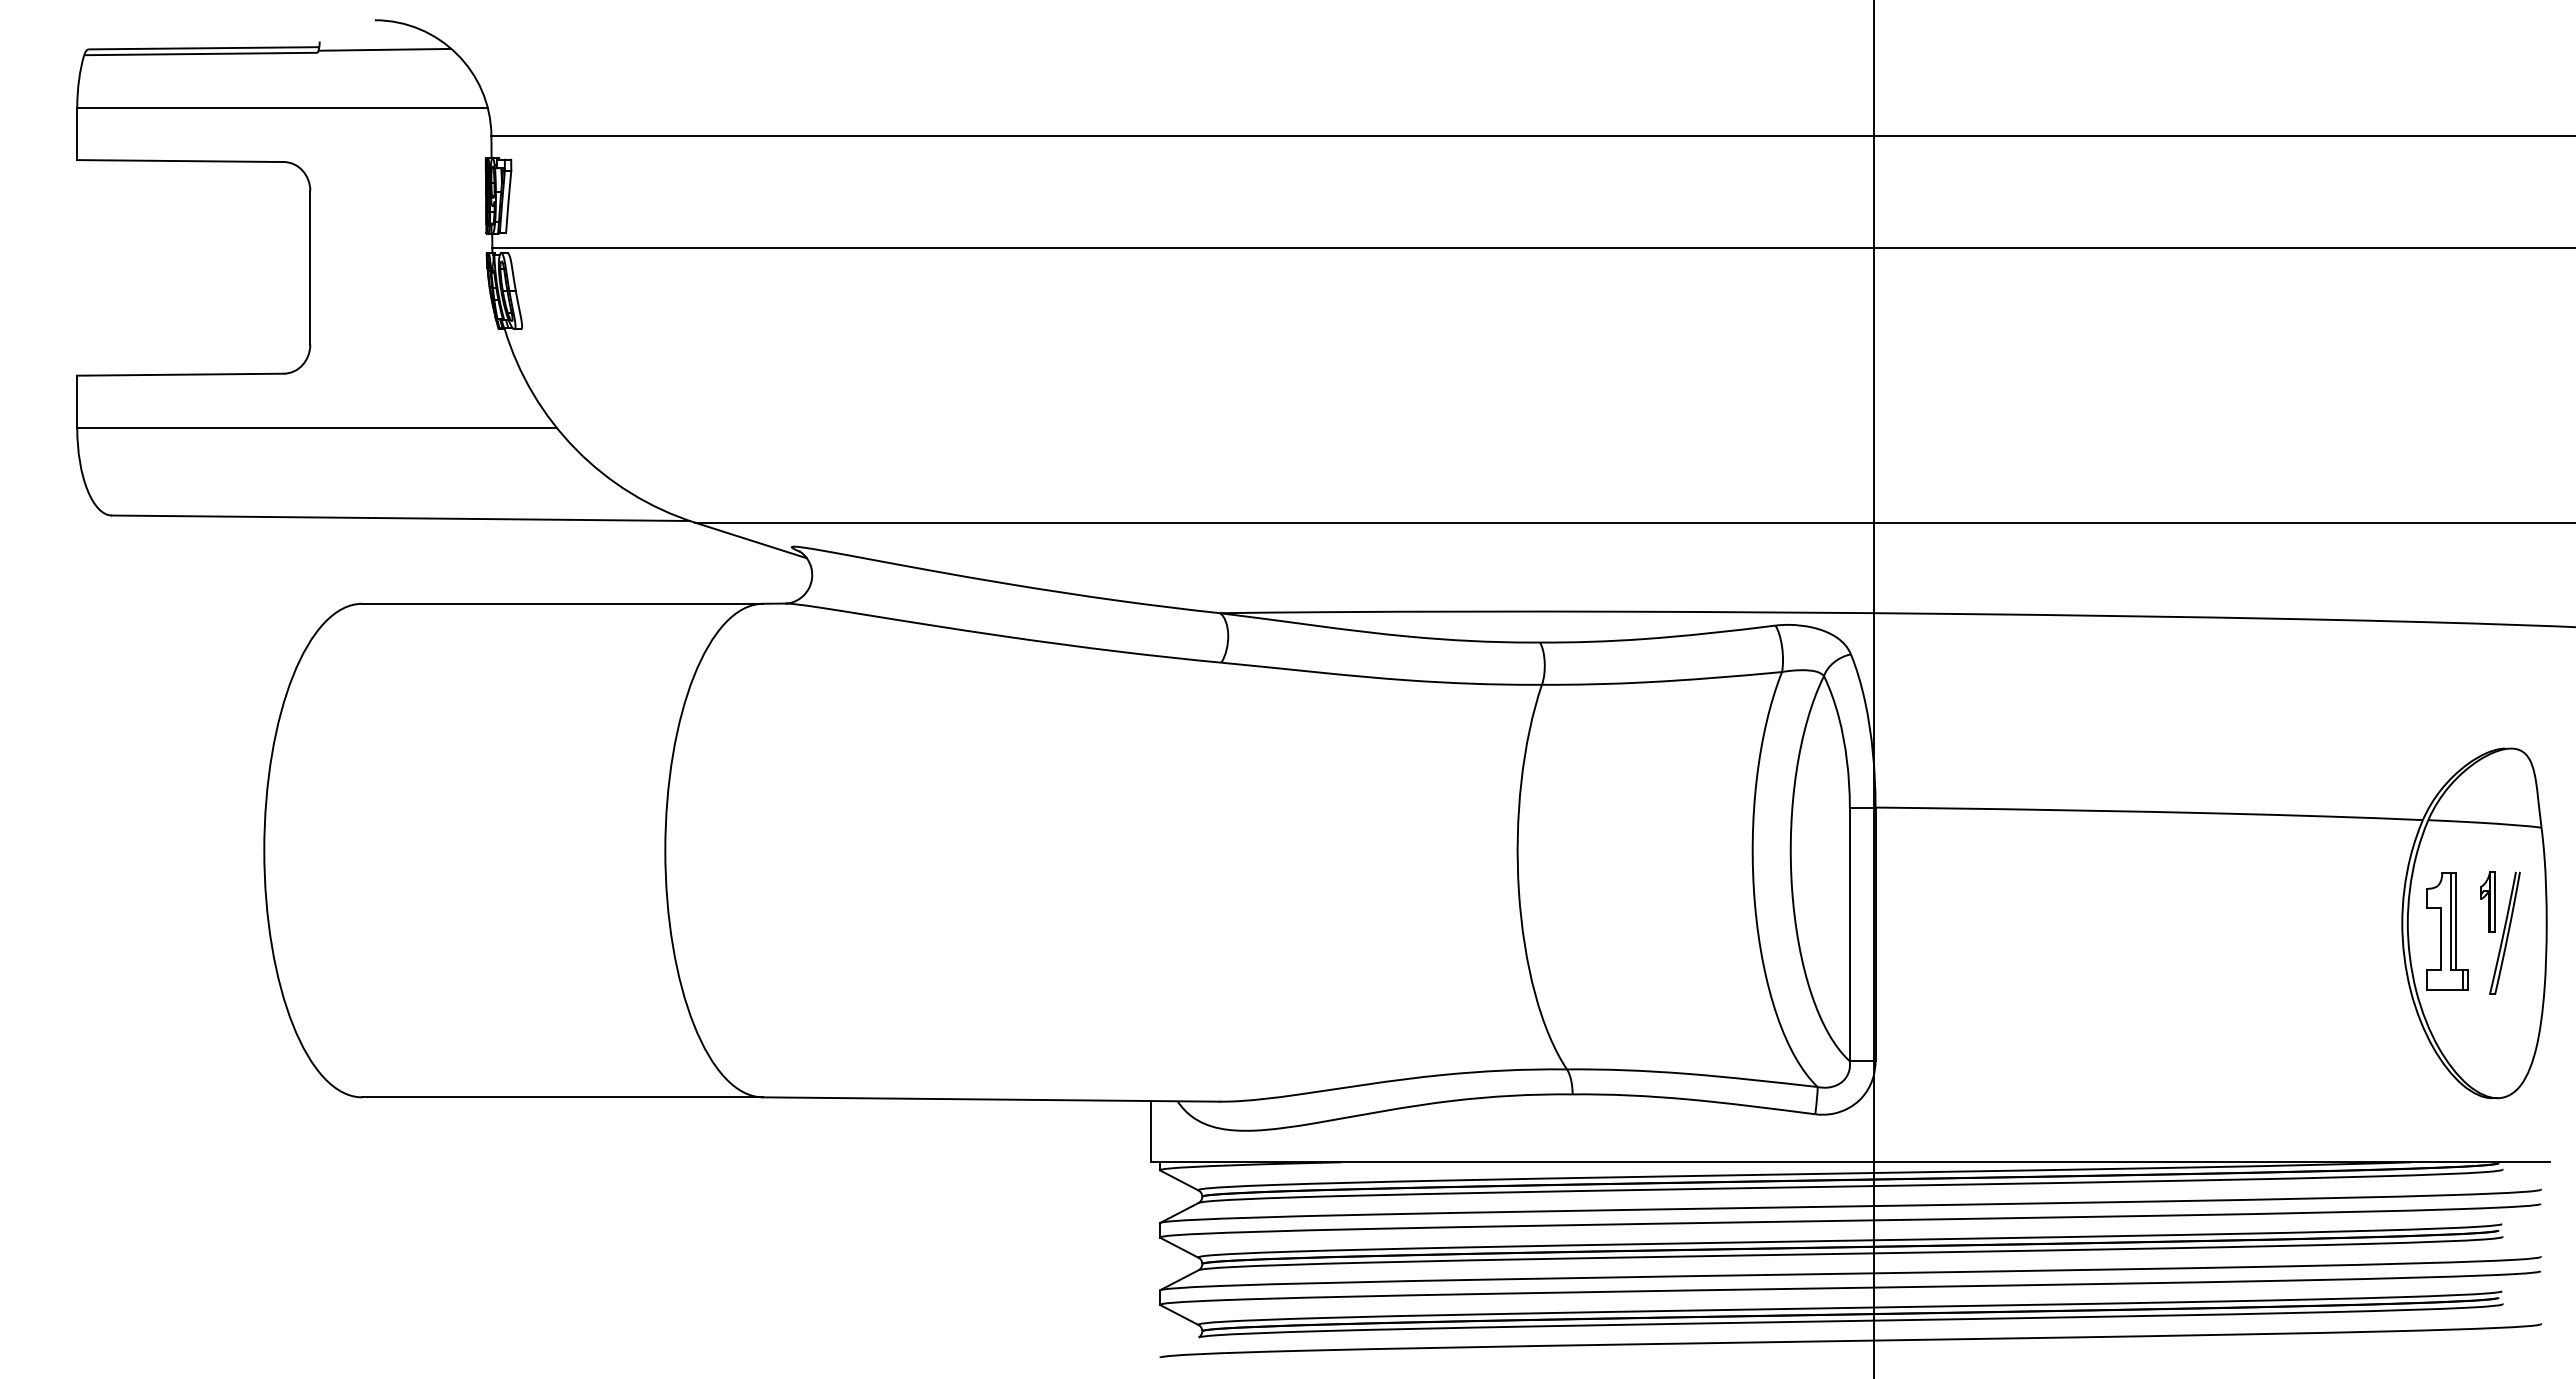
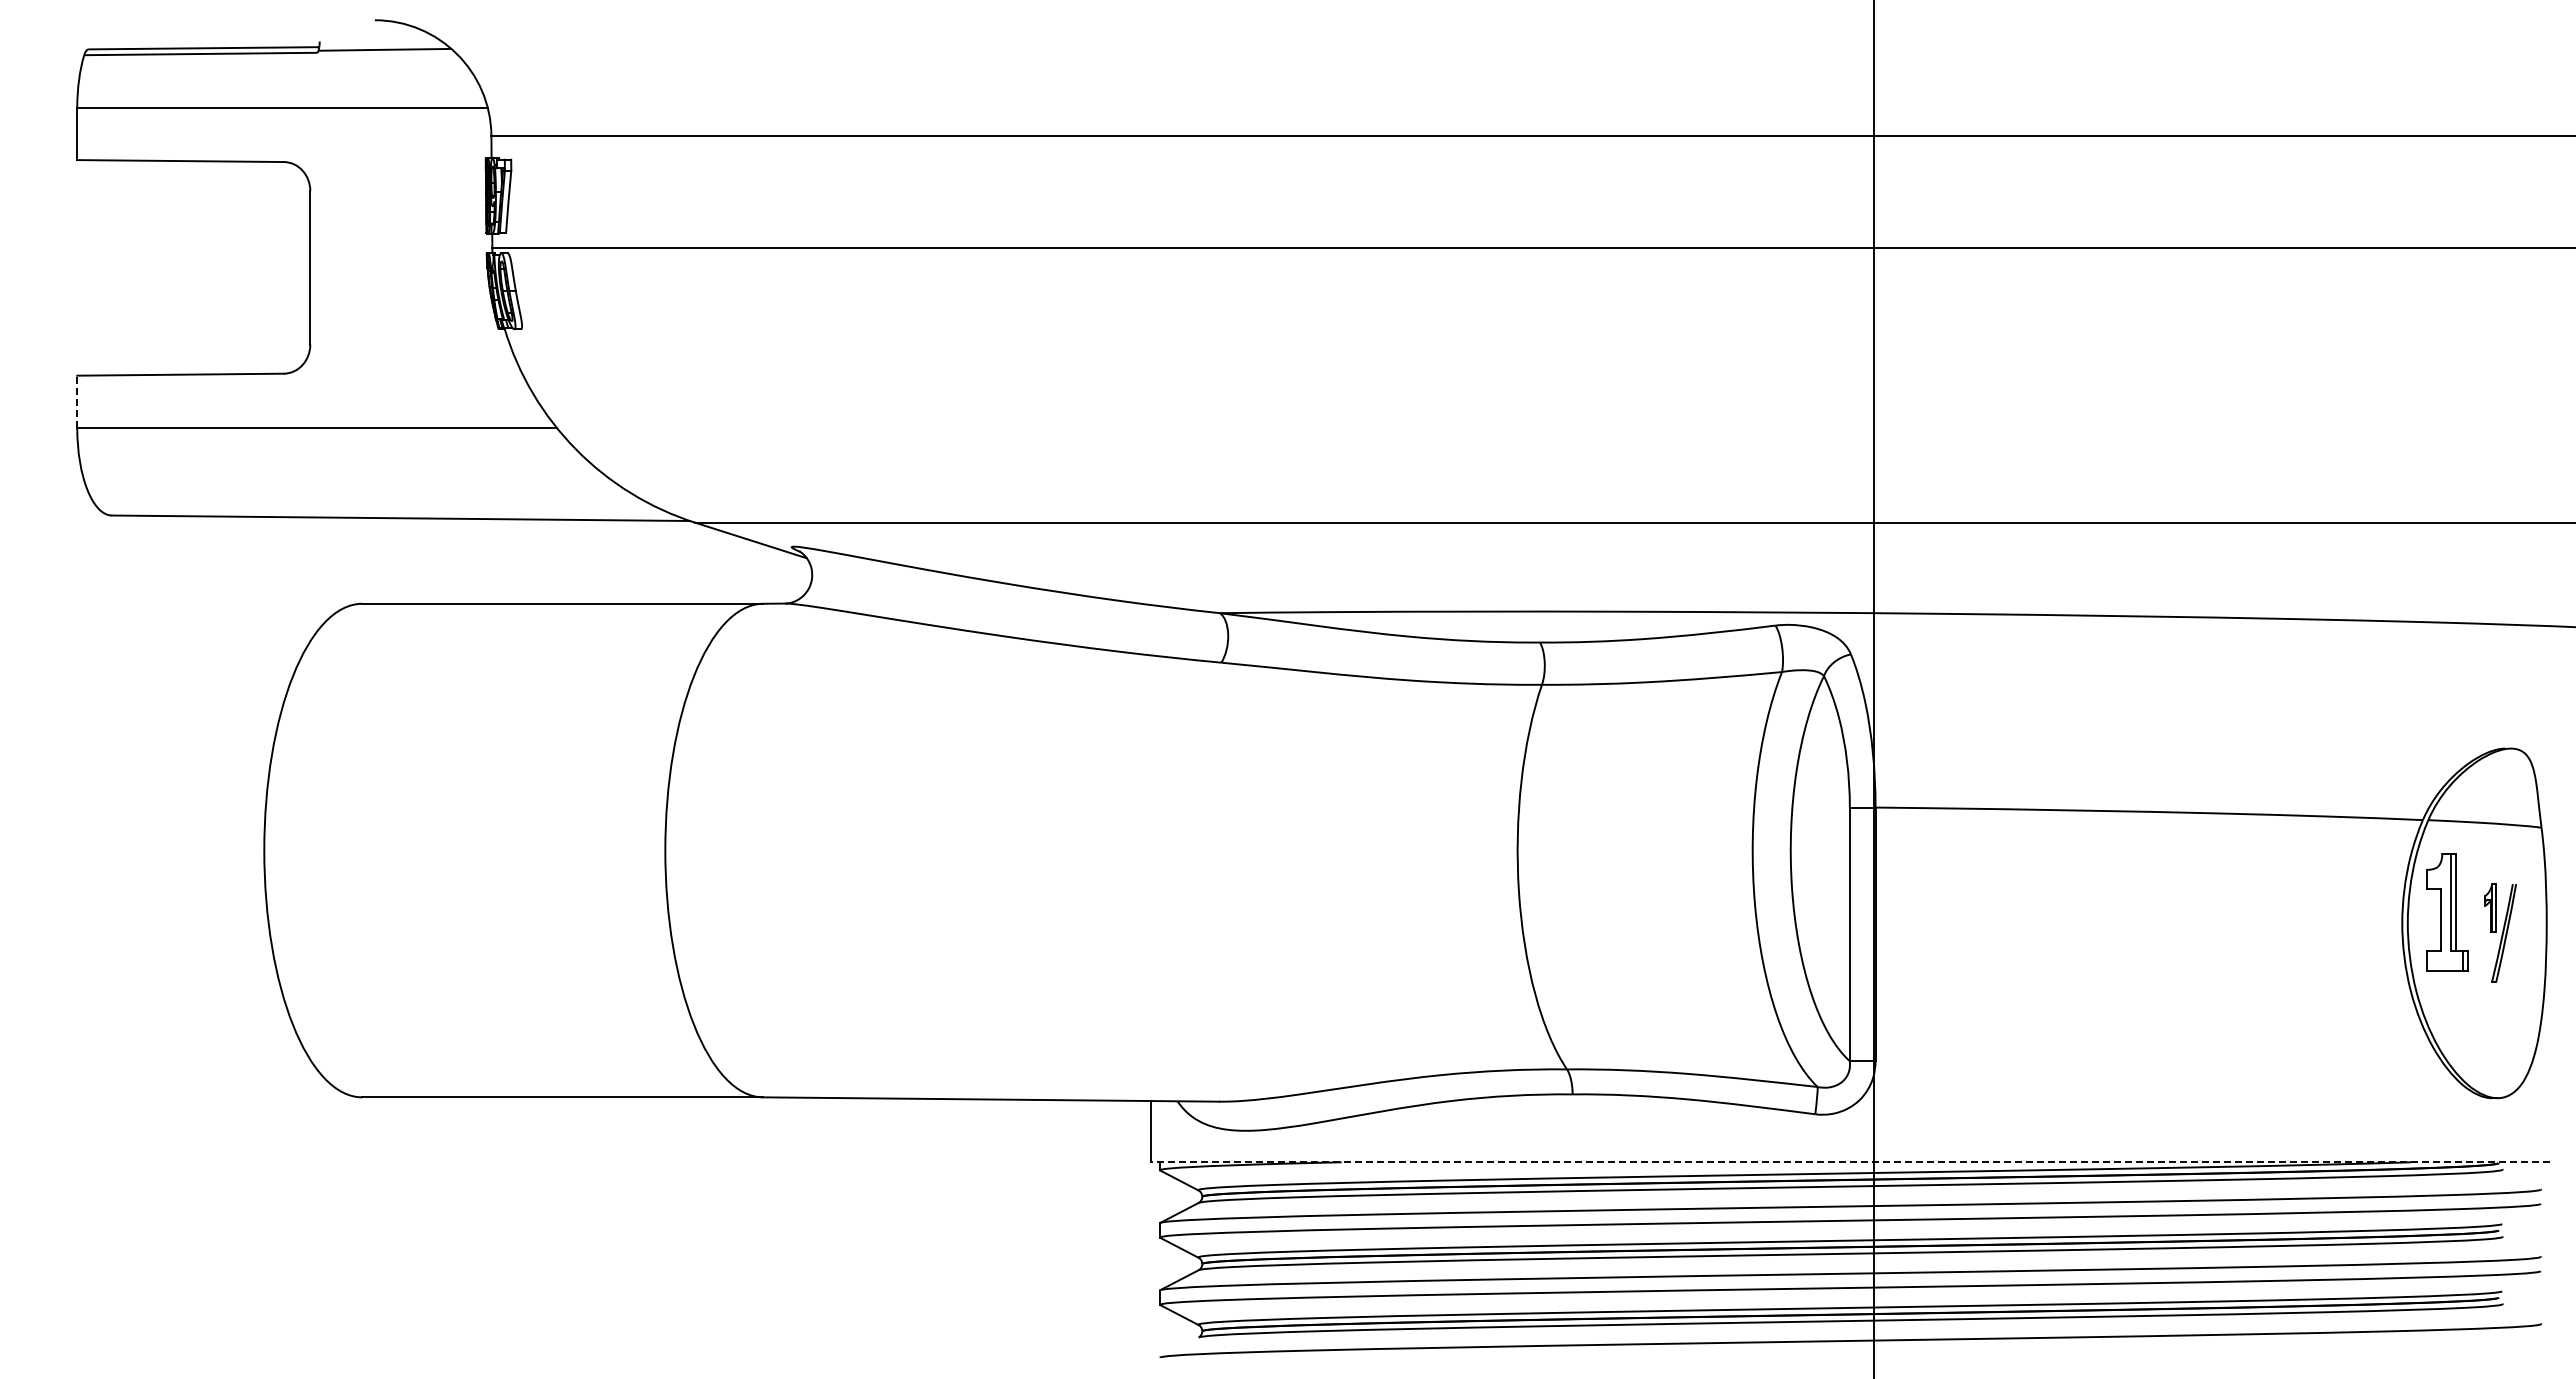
line at (77, 401): solid -> dashed
part at (2447, 931) position: (2447, 931) -> (2447, 912)
part at (2500, 932) size: 41x124 px -> 33x100 px
line at (1849, 1162): solid -> dashed
